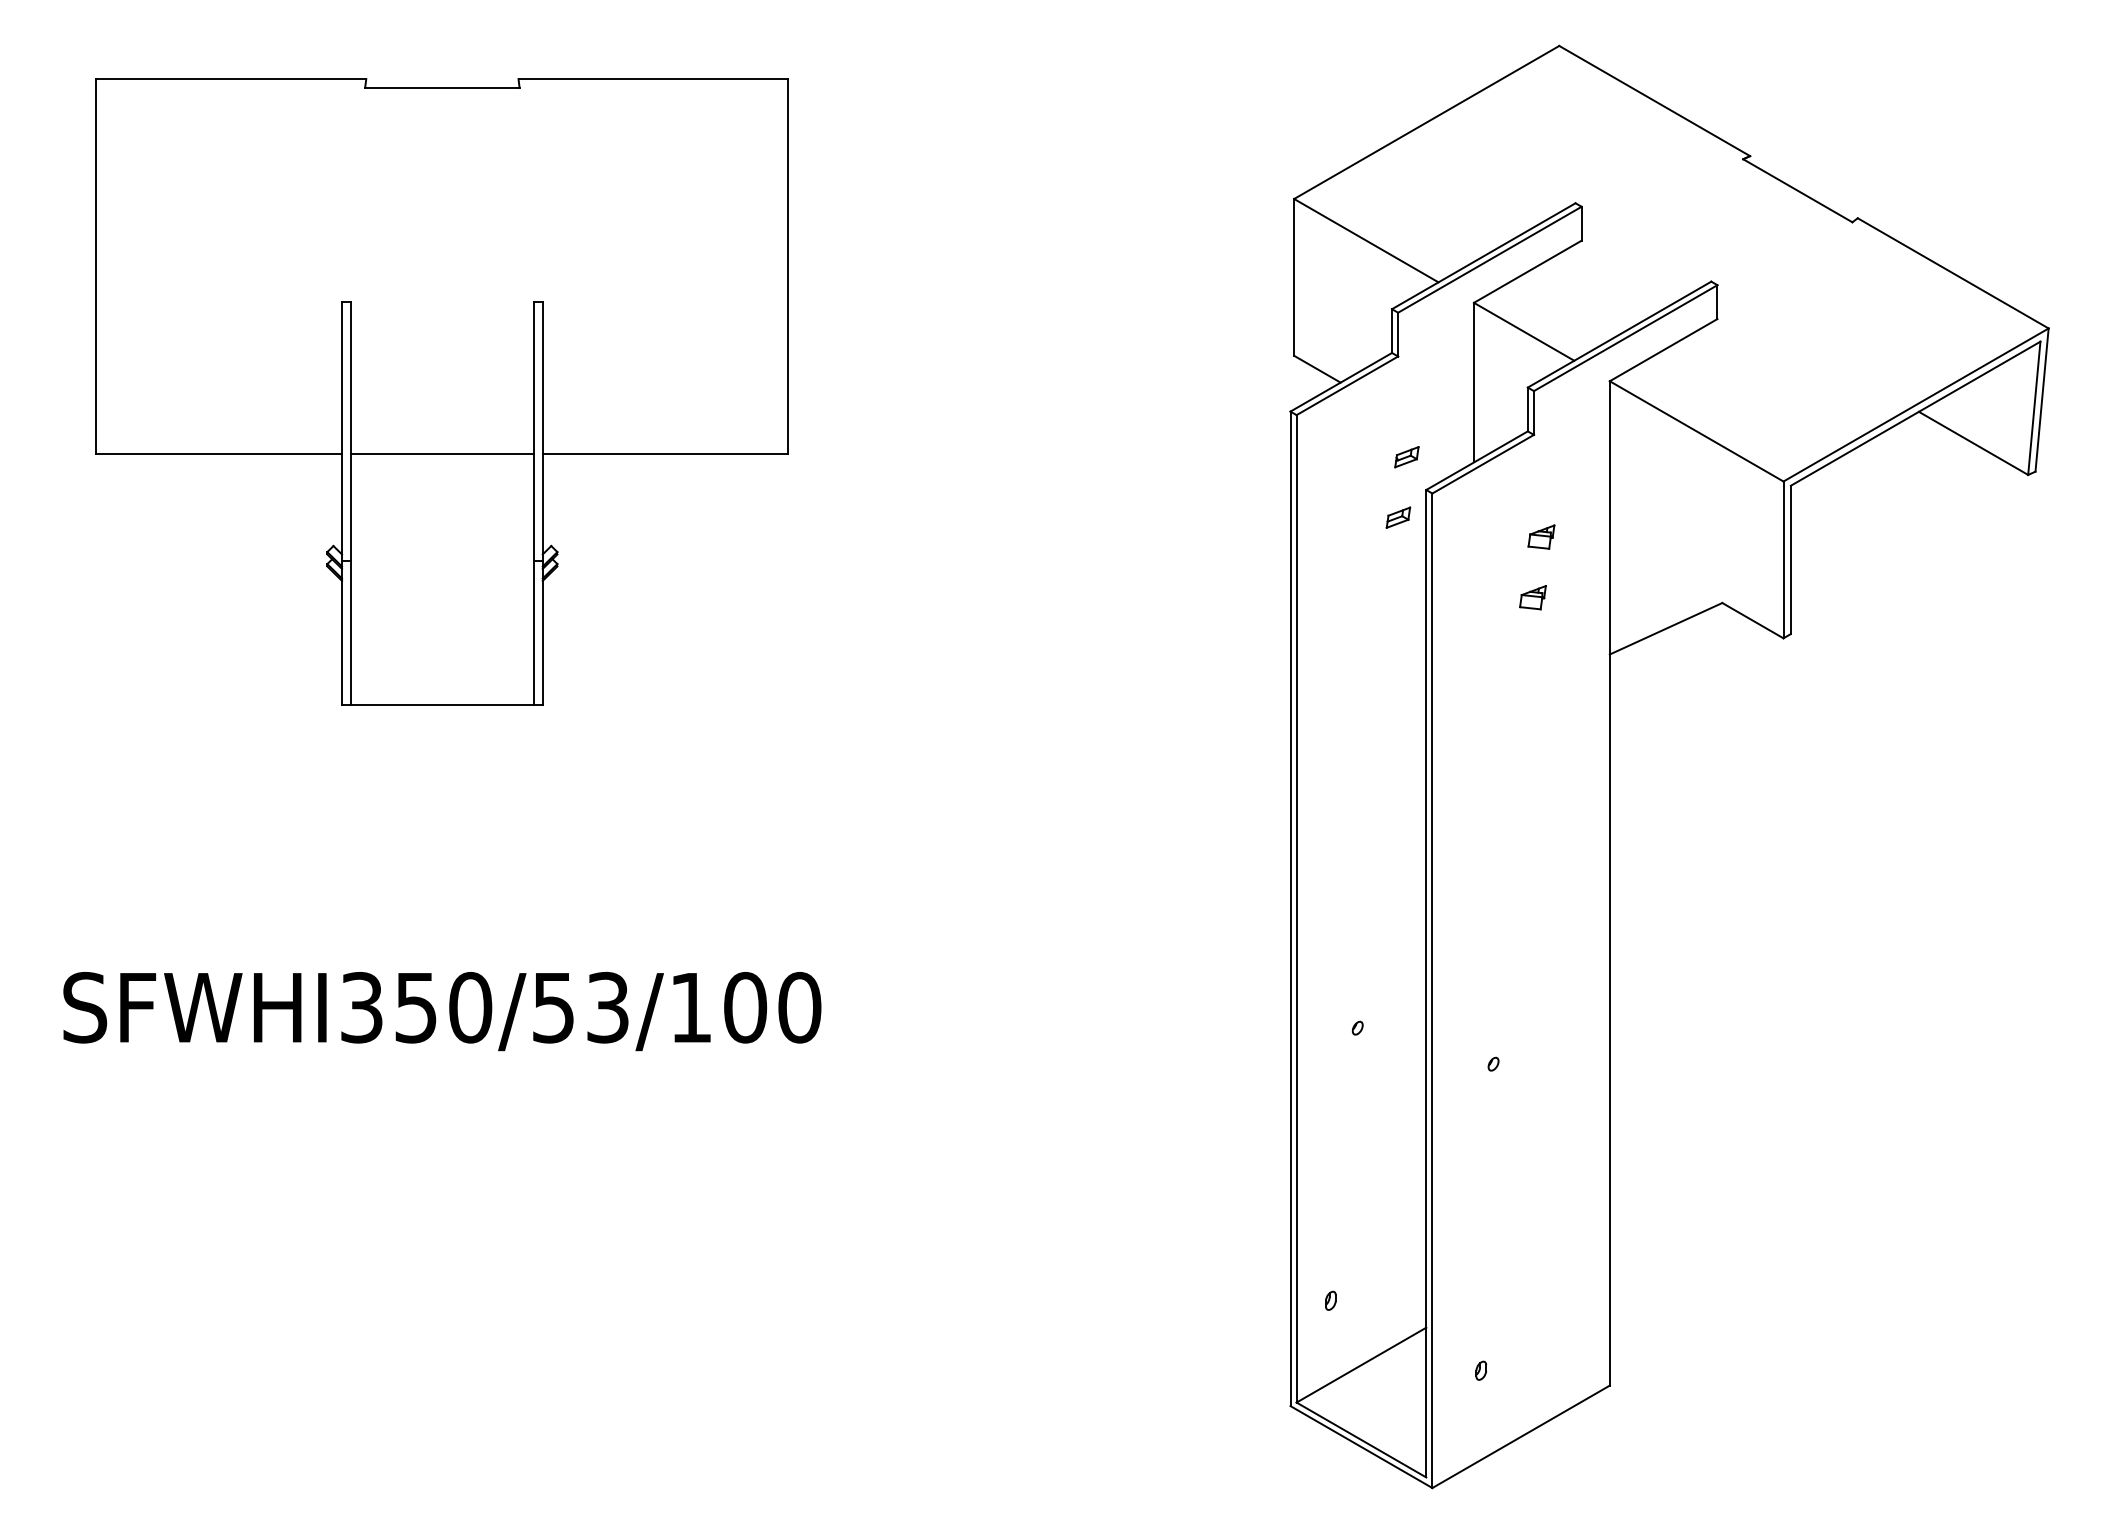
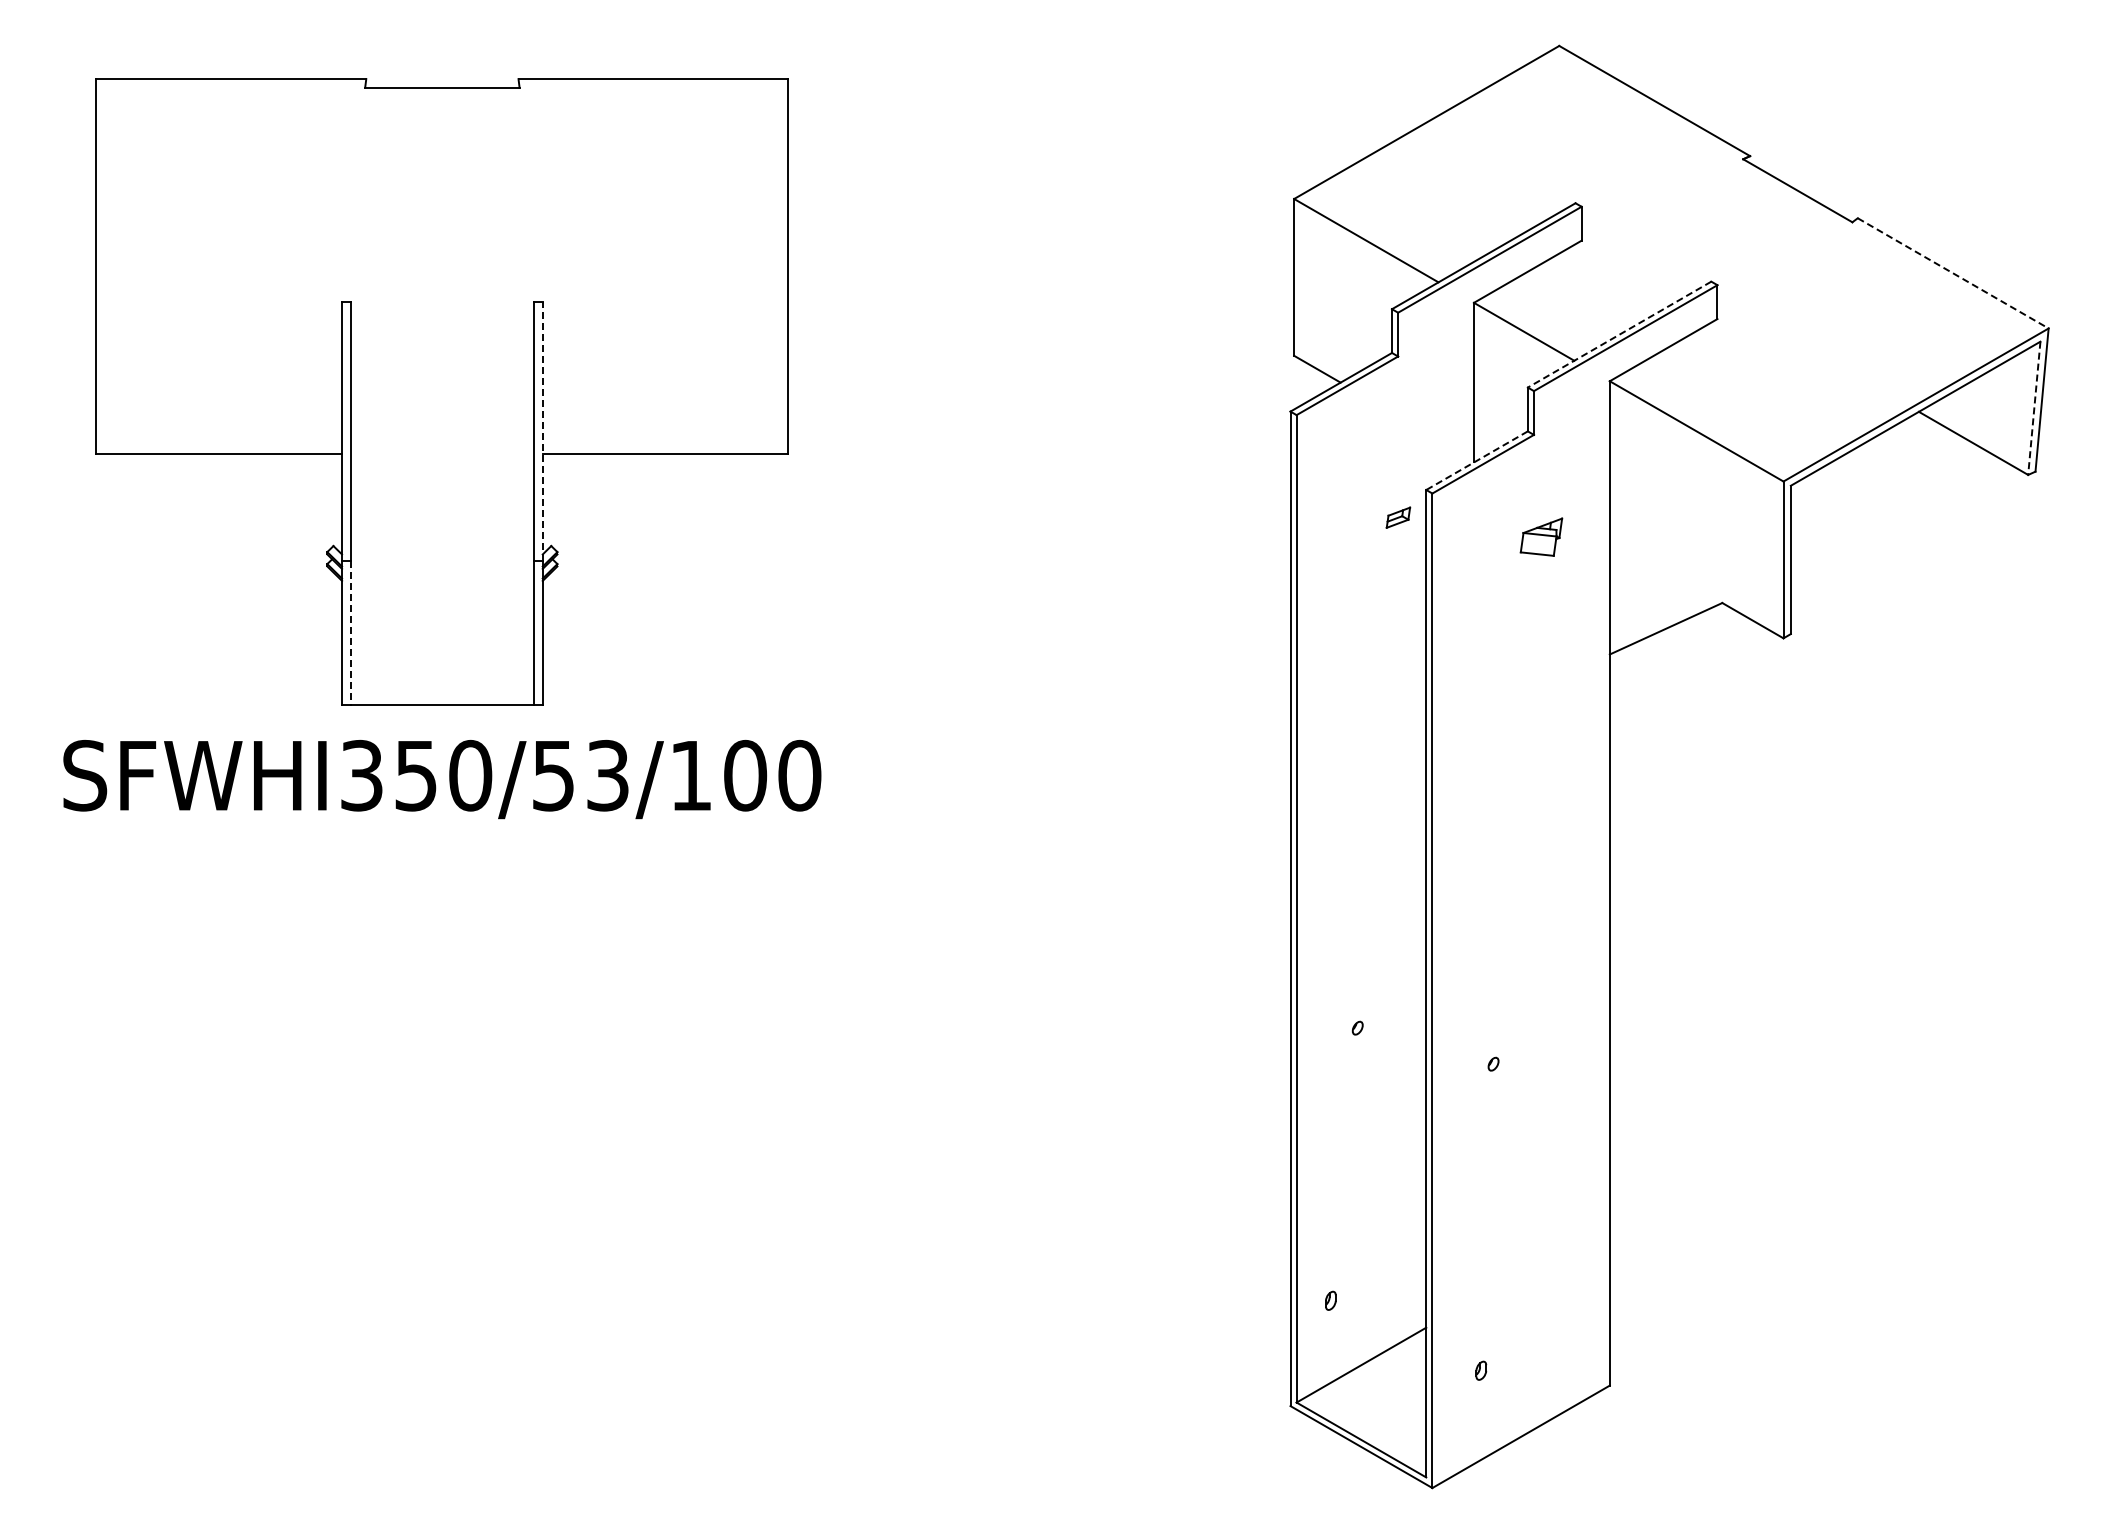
line at (1953, 273): solid -> dashed
line at (1619, 334): solid -> dashed
line at (2034, 408): solid -> dashed
line at (542, 431): solid -> dashed
line at (442, 454): present -> none
part at (1406, 457): present -> none
line at (1477, 460): solid -> dashed
part at (1541, 536) size: 29x26 px -> 45x40 px
part at (1532, 597): present -> none
line at (350, 633): solid -> dashed
text at (442, 1011) position: (442, 1011) -> (442, 779)
